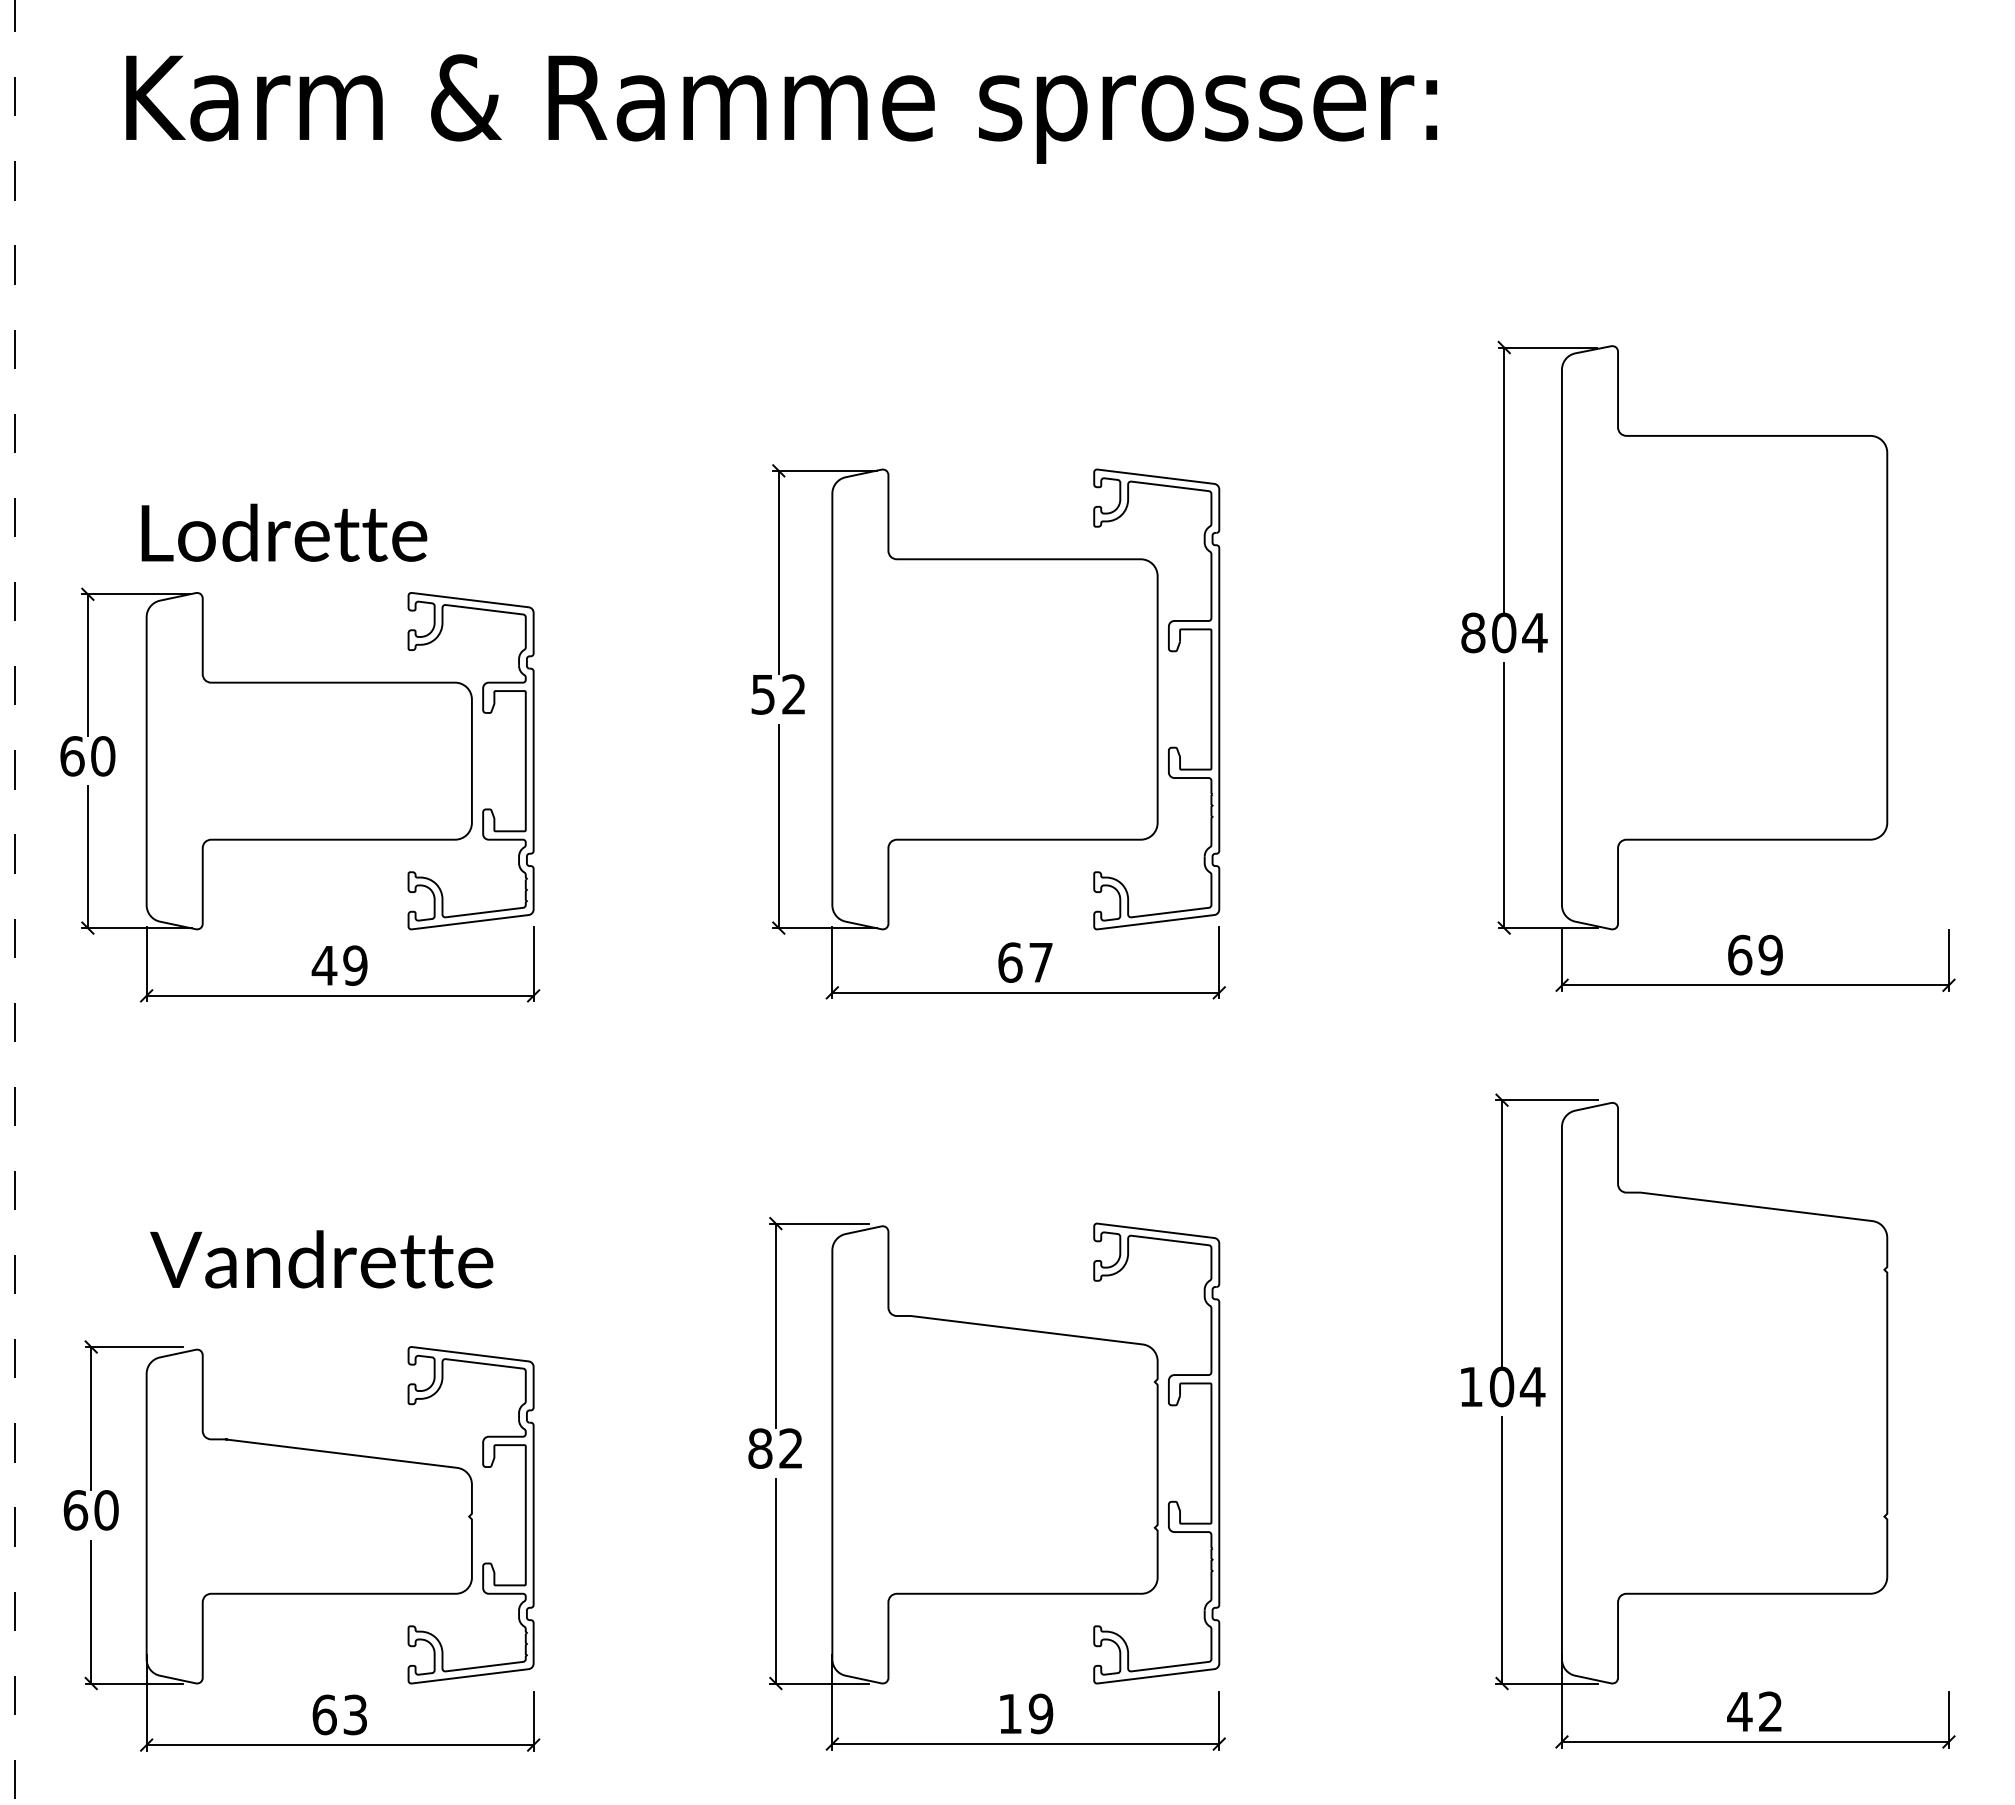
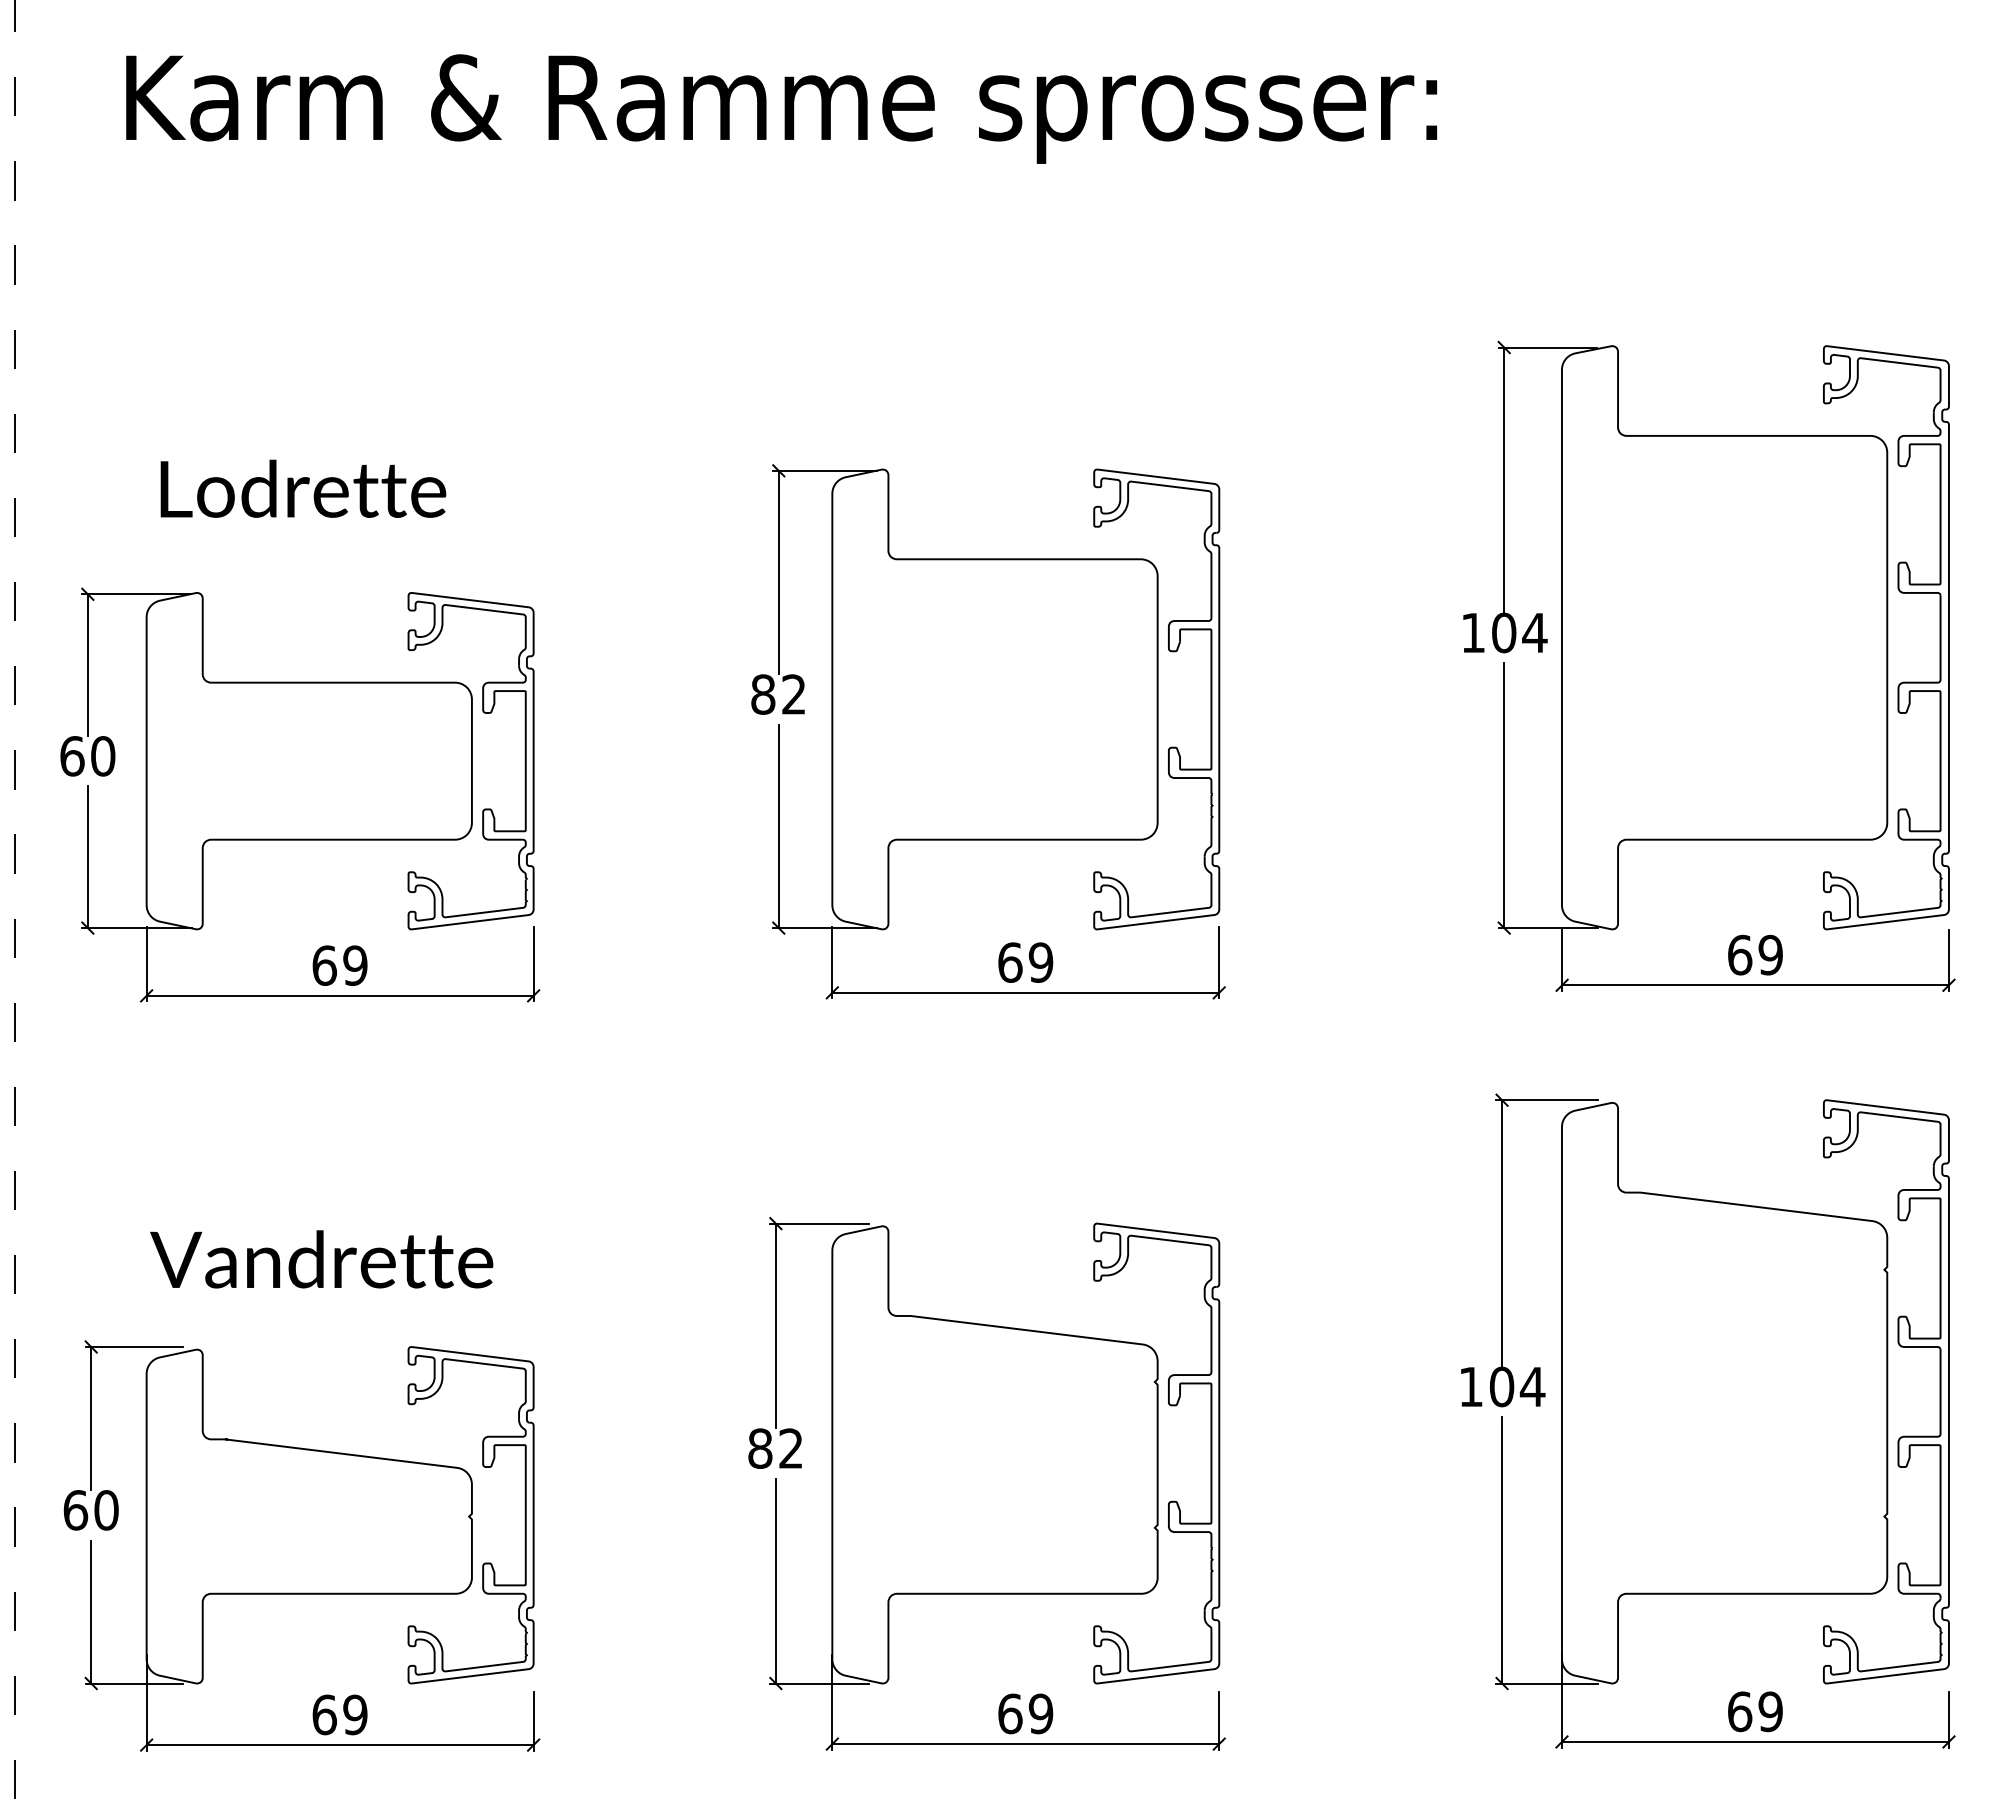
text at (284, 532) position: (284, 532) -> (303, 488)
part at (1901, 593): none -> present
text at (1473, 632): 804 -> 104
text at (763, 694): 52 -> 82
text at (1040, 962): 67 -> 69
text at (324, 965): 49 -> 69
part at (1901, 1347): none -> present
text at (1754, 1711): 42 -> 69
text at (1010, 1713): 19 -> 69
text at (355, 1714): 63 -> 69
